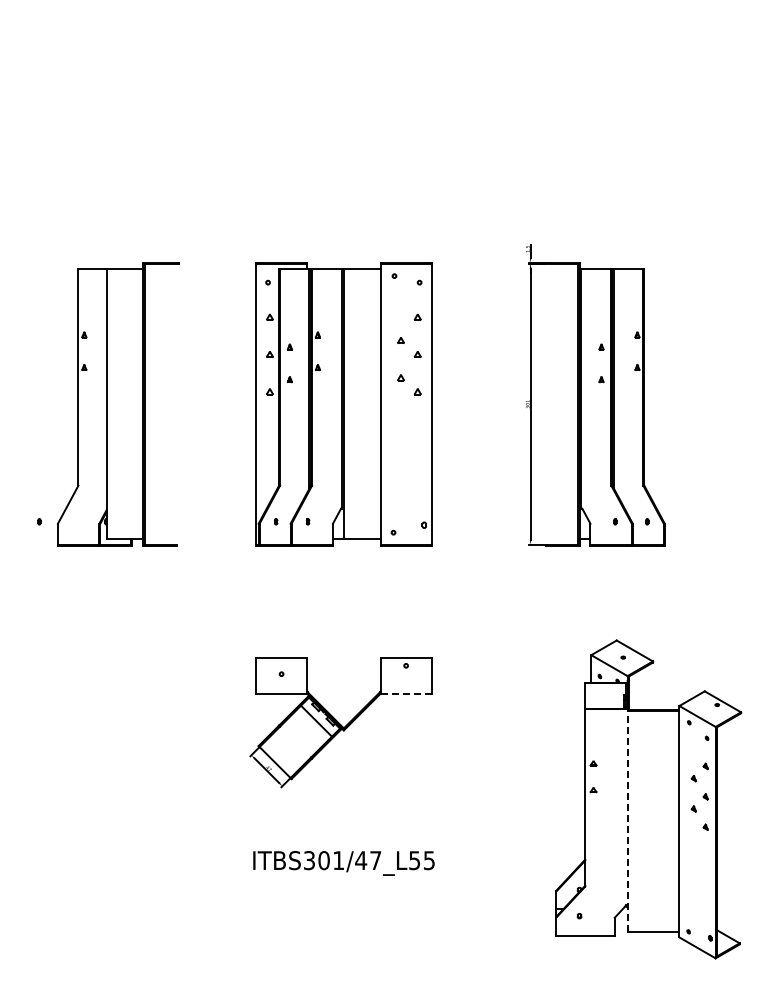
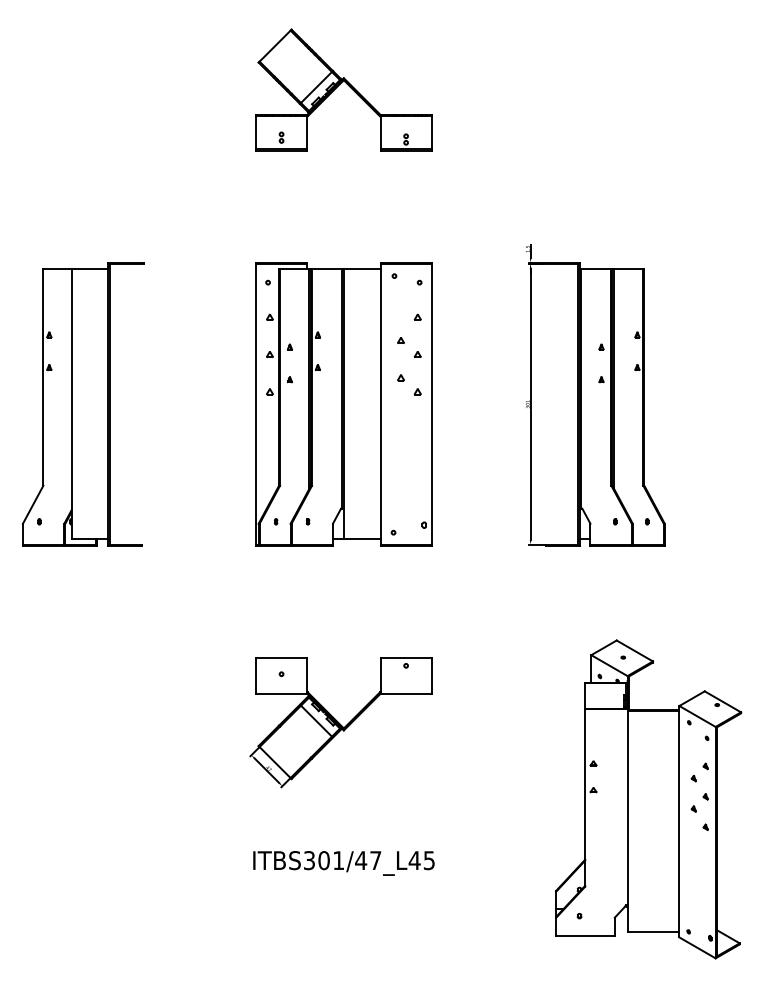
part at (343, 89): none -> present
part at (118, 404) position: (118, 404) -> (83, 404)
line at (406, 693): dashed -> solid
line at (627, 820): dashed -> solid
text at (414, 860): ITBS301/47_L55 -> ITBS301/47_L45
